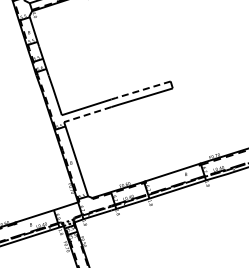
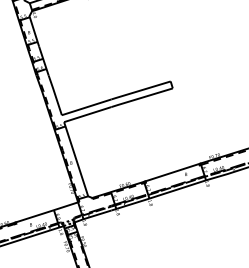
line at (140, 90): dashed -> solid
line at (87, 114): dashed -> solid
